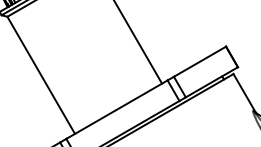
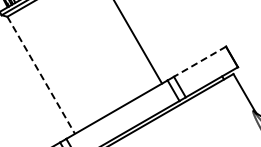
line at (199, 62): solid -> dashed
line at (41, 75): solid -> dashed
